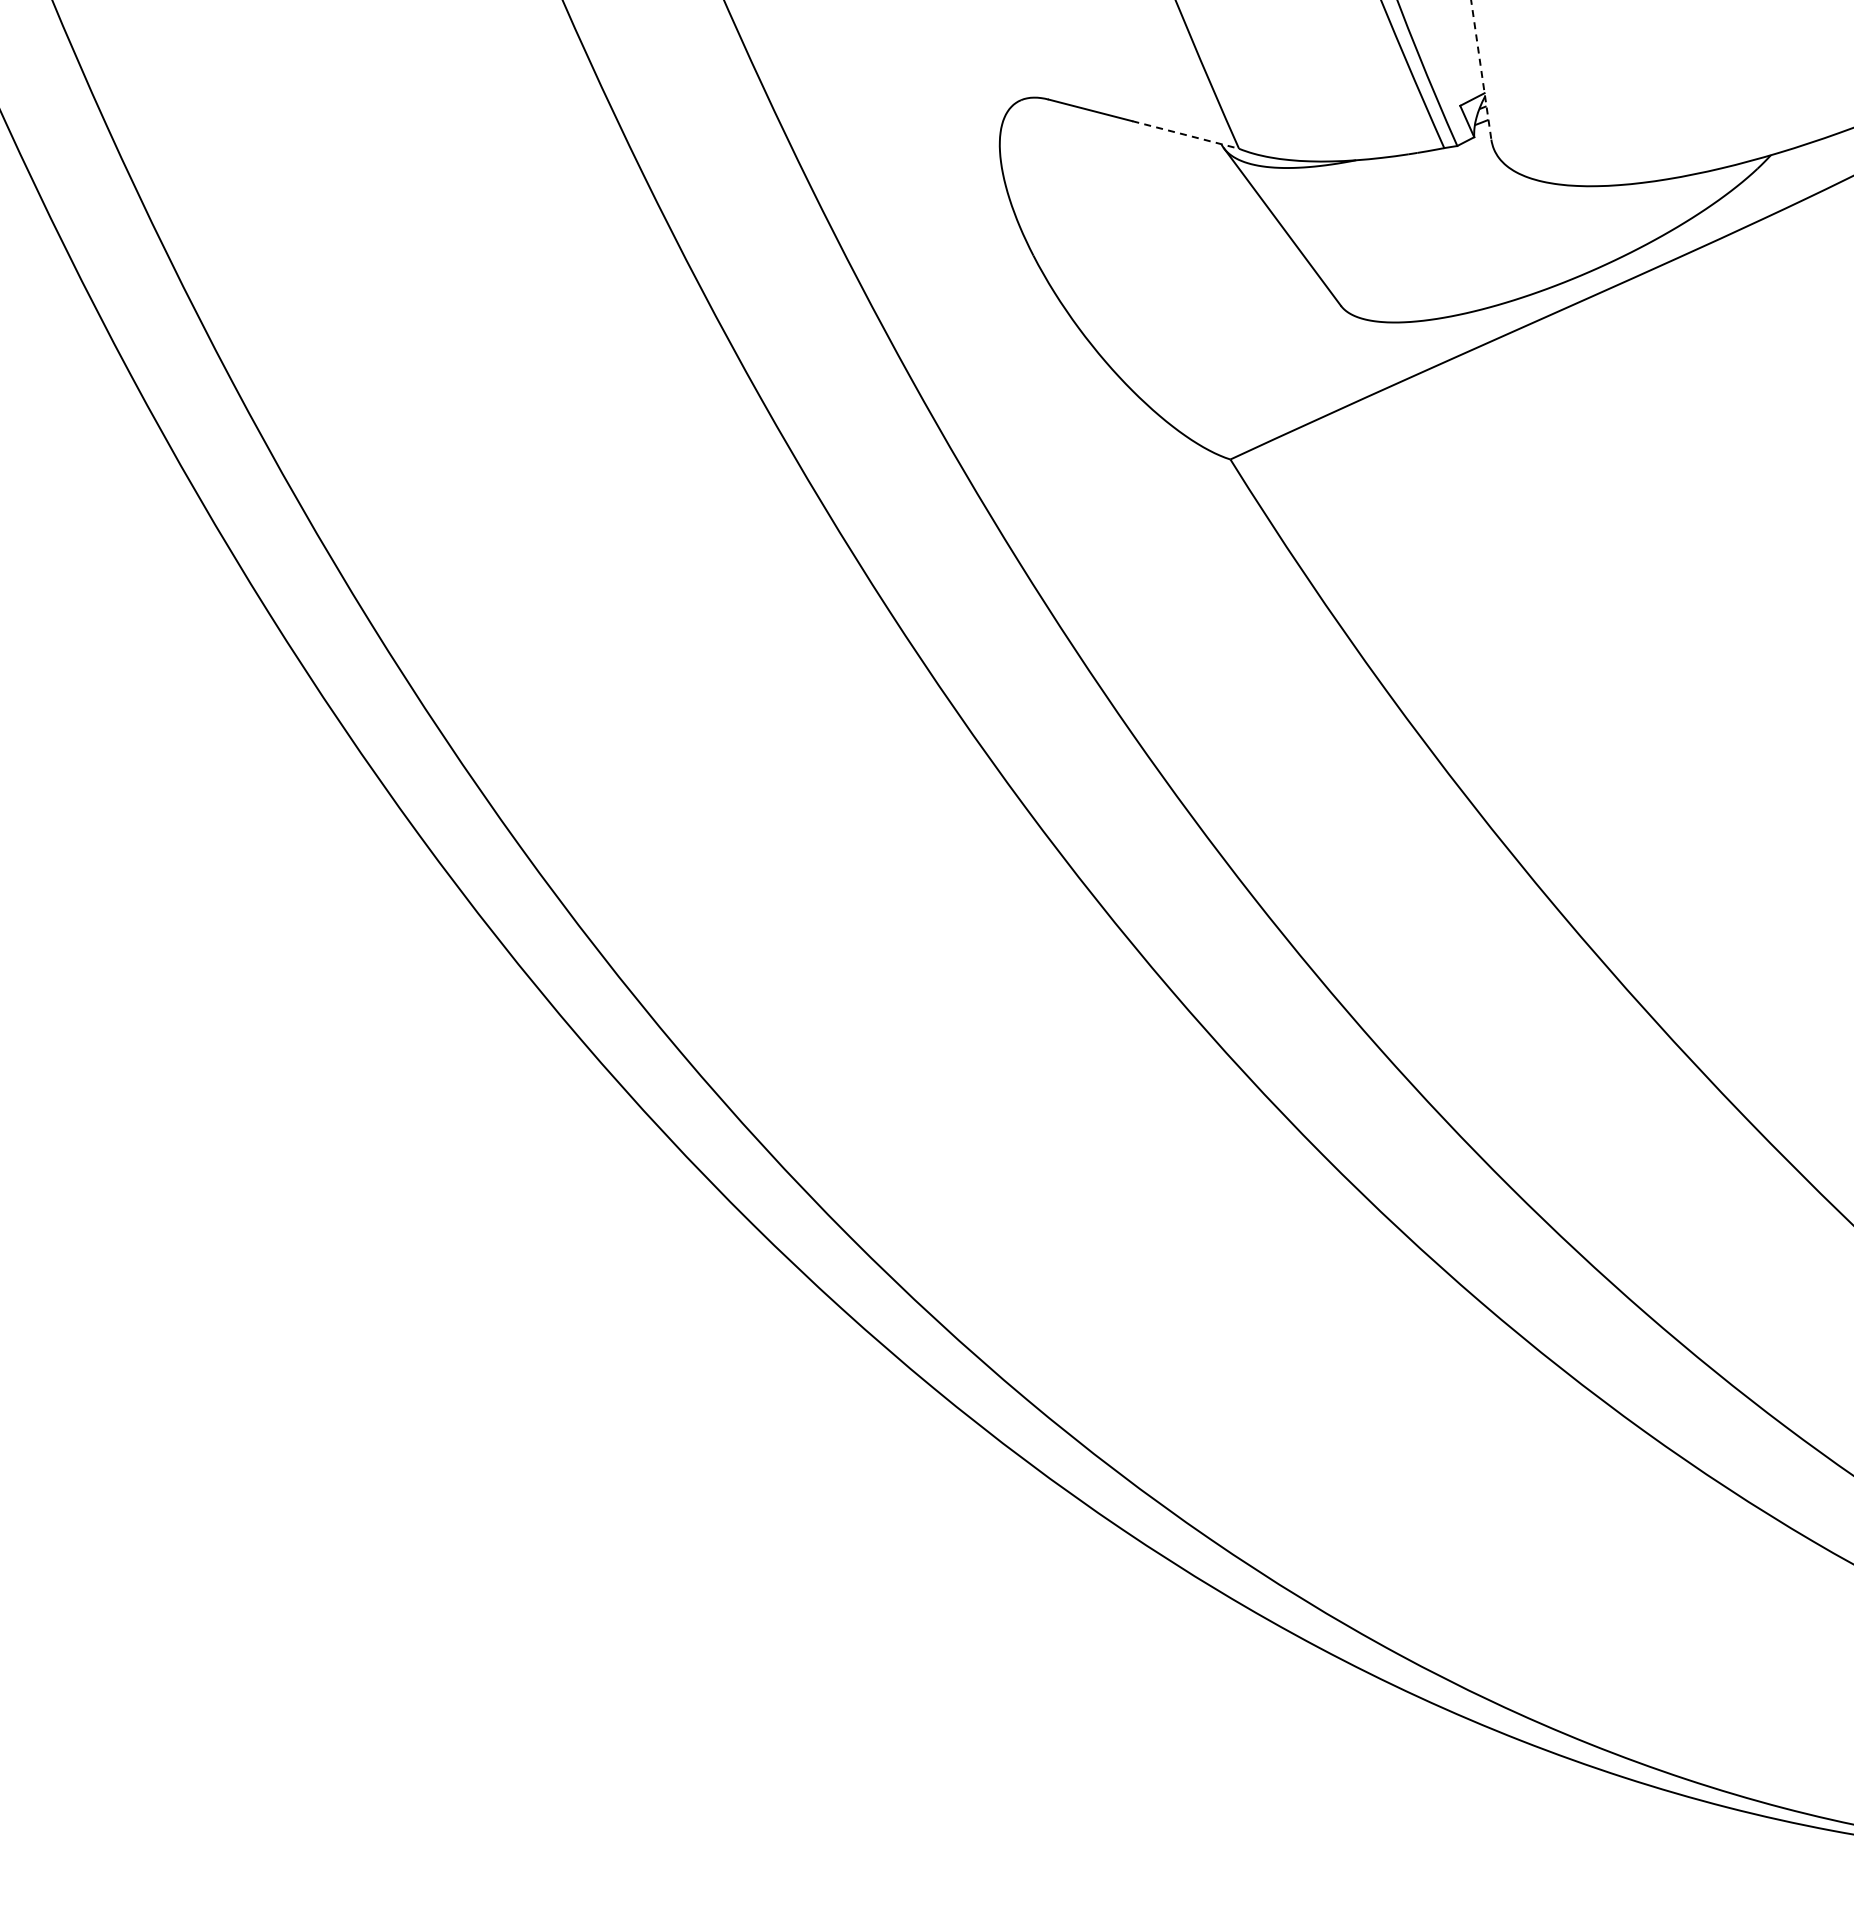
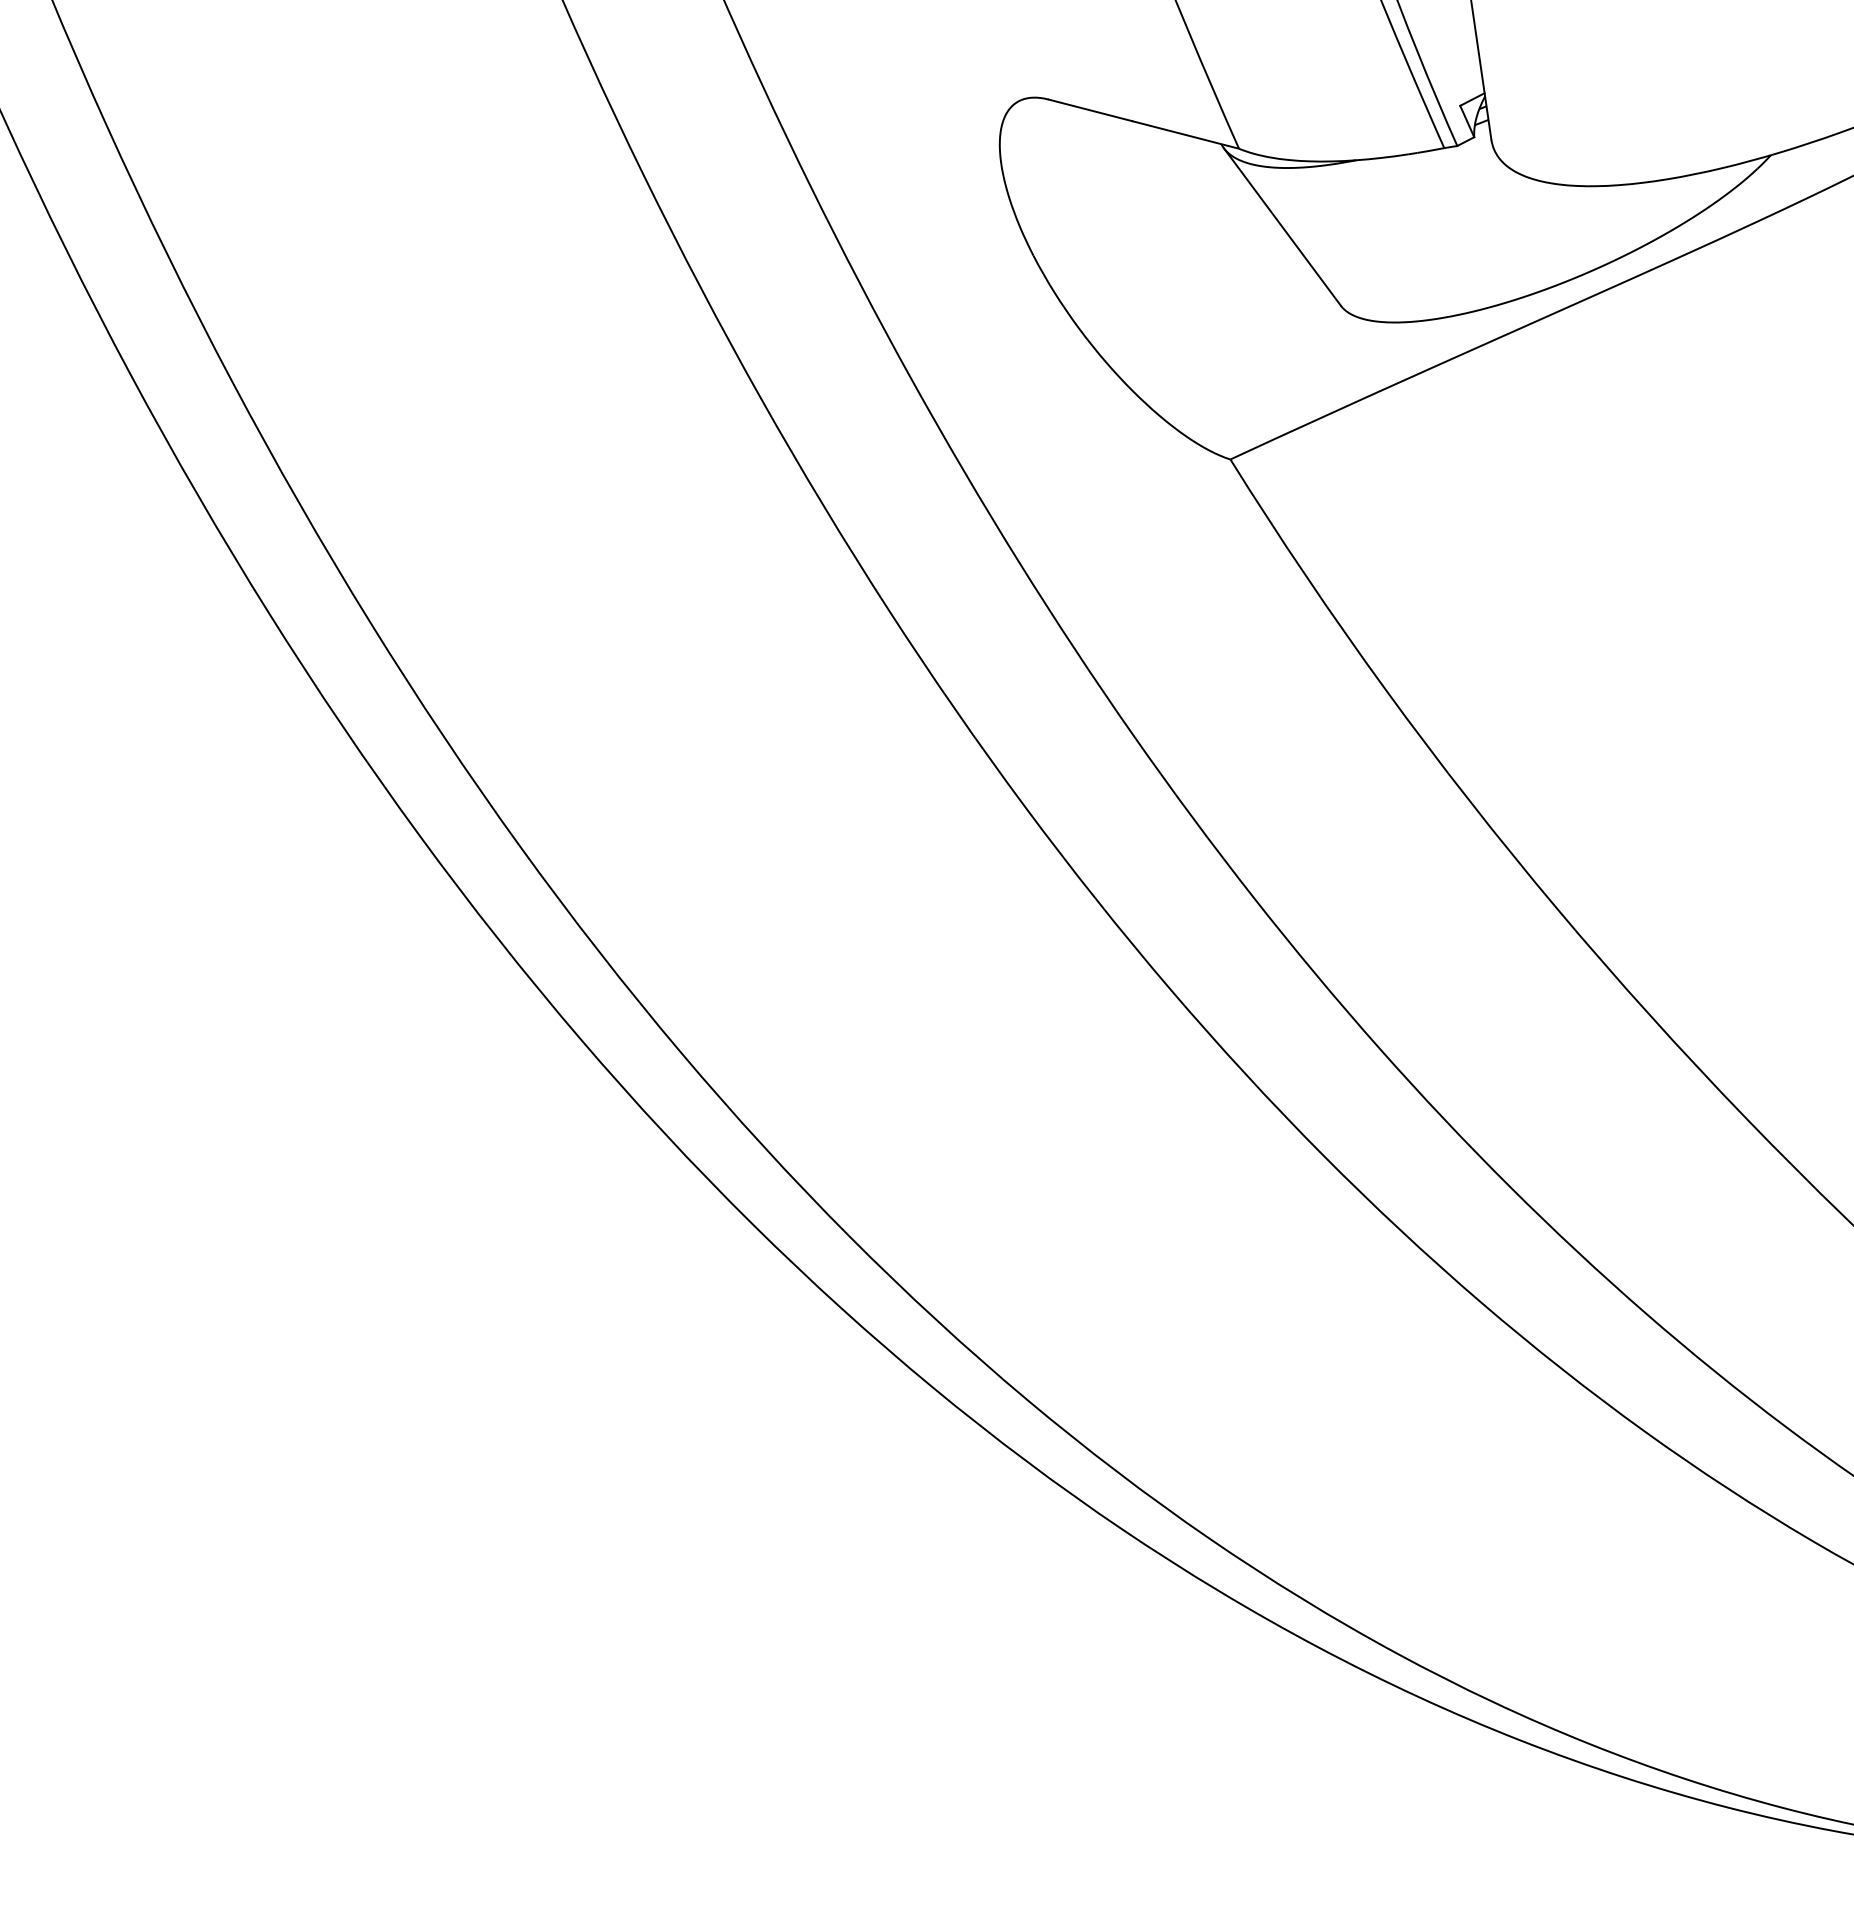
line at (1481, 70): dashed -> solid
line at (1186, 135): dashed -> solid
